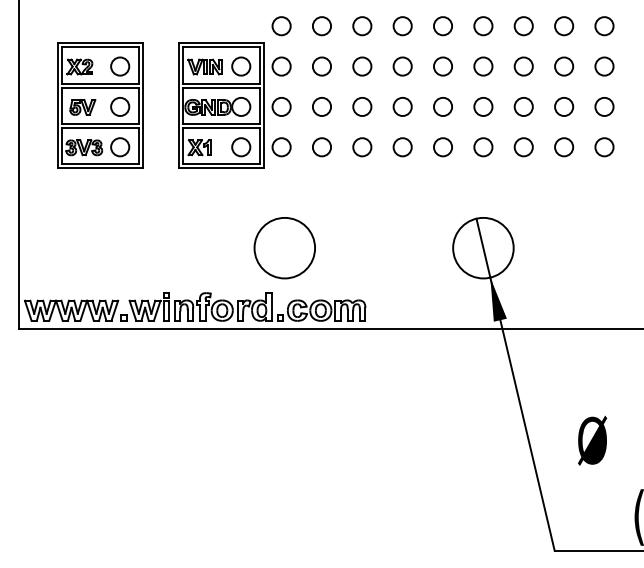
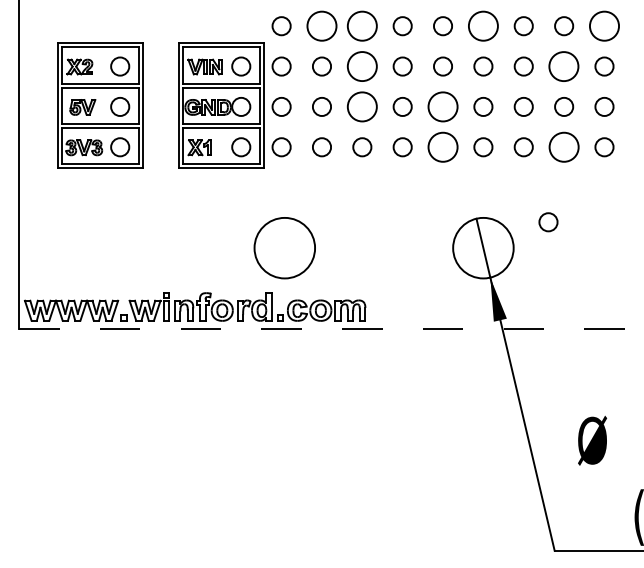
circle at (321, 26) diameter: 18 px -> 29 px
circle at (362, 26) diameter: 18 px -> 29 px
circle at (483, 26) diameter: 18 px -> 29 px
circle at (604, 26) diameter: 18 px -> 29 px
circle at (362, 66) diameter: 18 px -> 29 px
circle at (564, 66) size: 21x21 px -> 32x31 px
circle at (362, 106) diameter: 18 px -> 29 px
circle at (442, 106) diameter: 18 px -> 29 px
circle at (442, 147) diameter: 18 px -> 29 px
circle at (564, 147) diameter: 18 px -> 29 px
circle at (548, 222): none -> present
line at (332, 328): solid -> dashed
